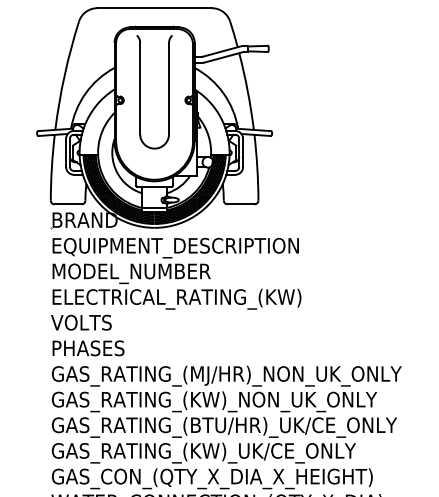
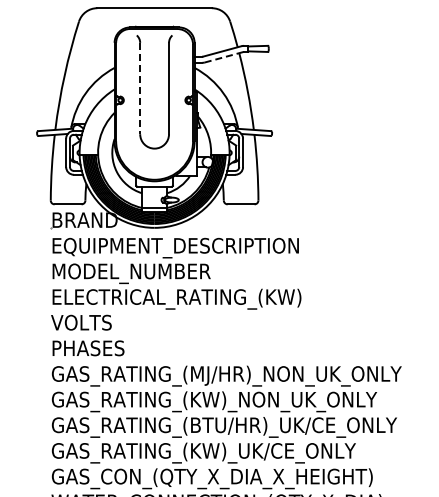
line at (224, 57): solid -> dashed
line at (140, 88): solid -> dashed
